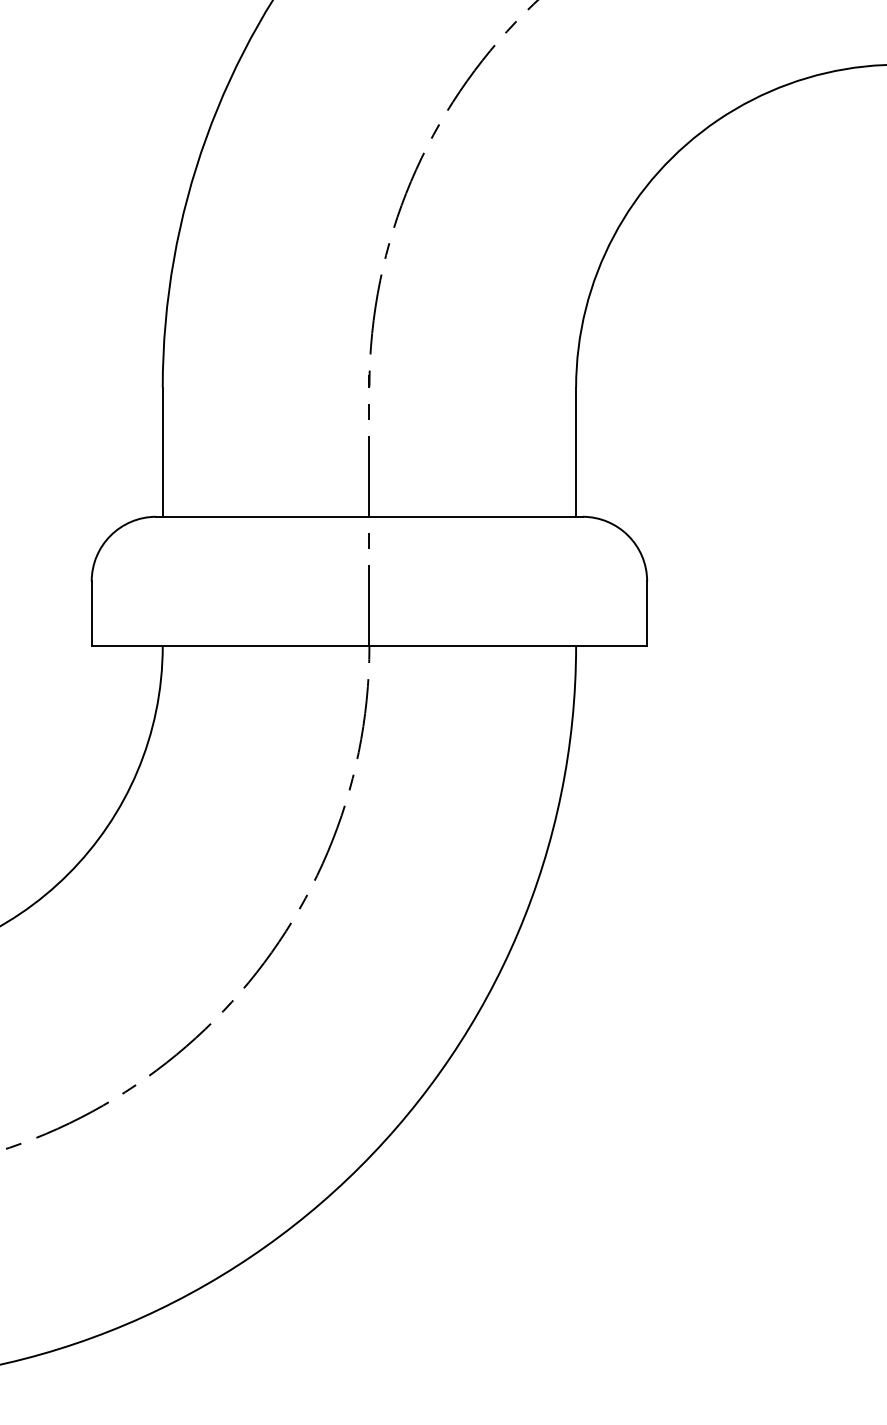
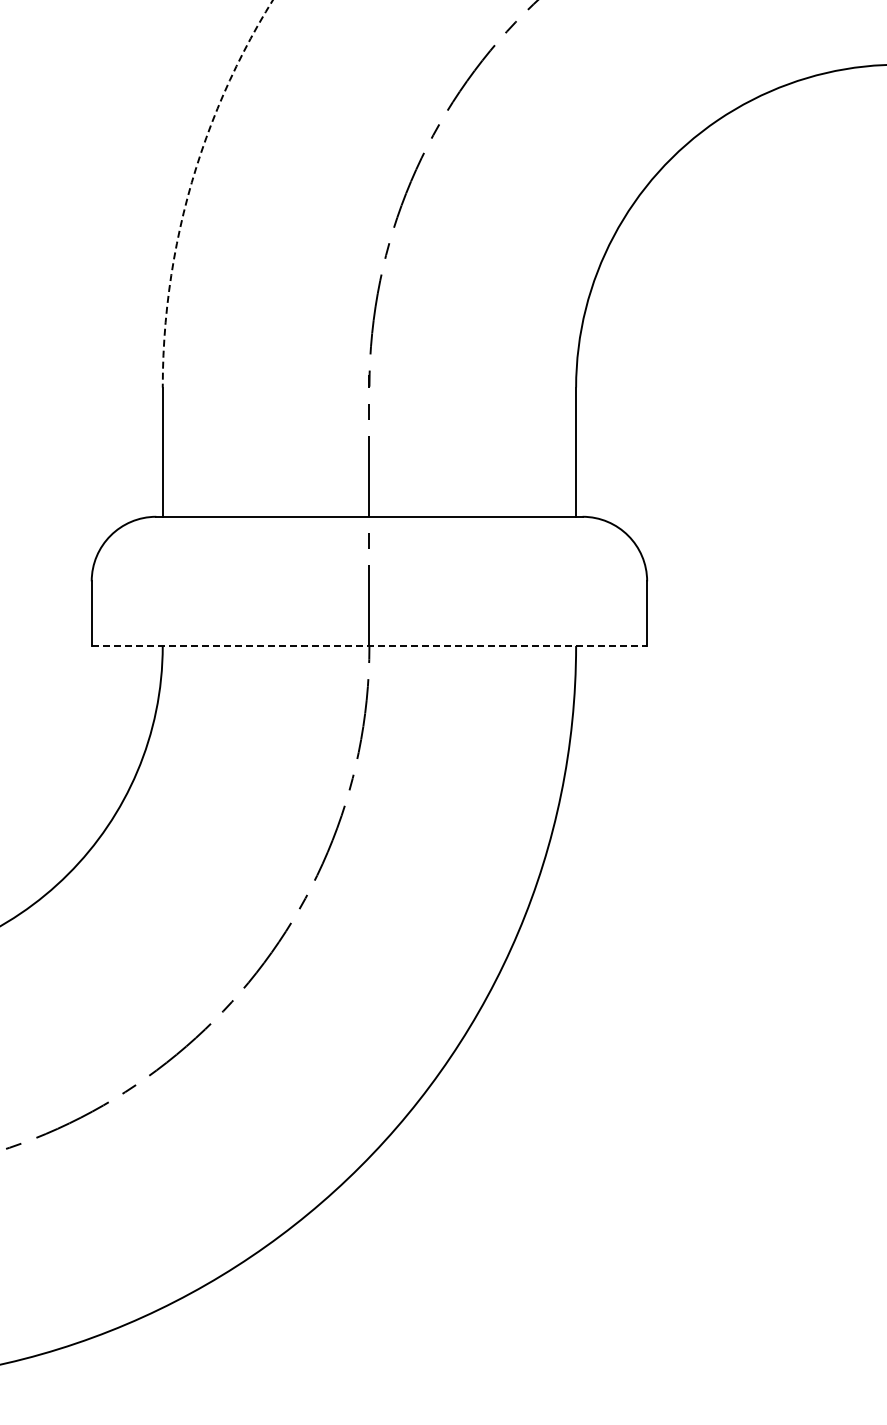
arc at (190, 186): solid -> dashed
line at (369, 645): solid -> dashed
